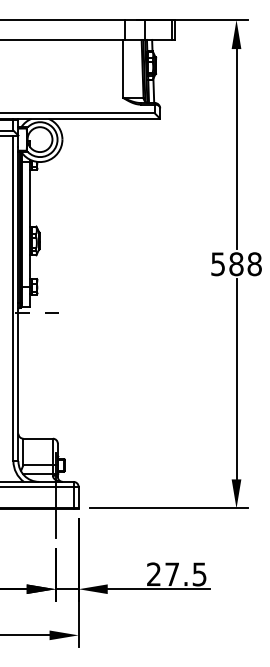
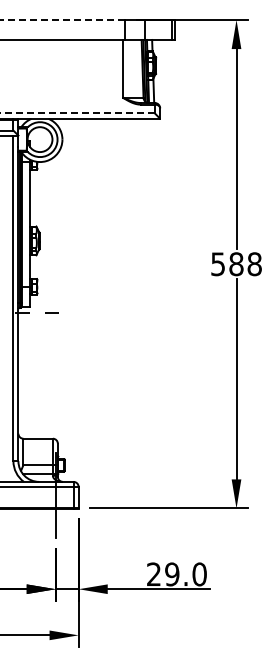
line at (62, 20): solid -> dashed
line at (77, 113): solid -> dashed
text at (185, 574): 27.5 -> 29.0
